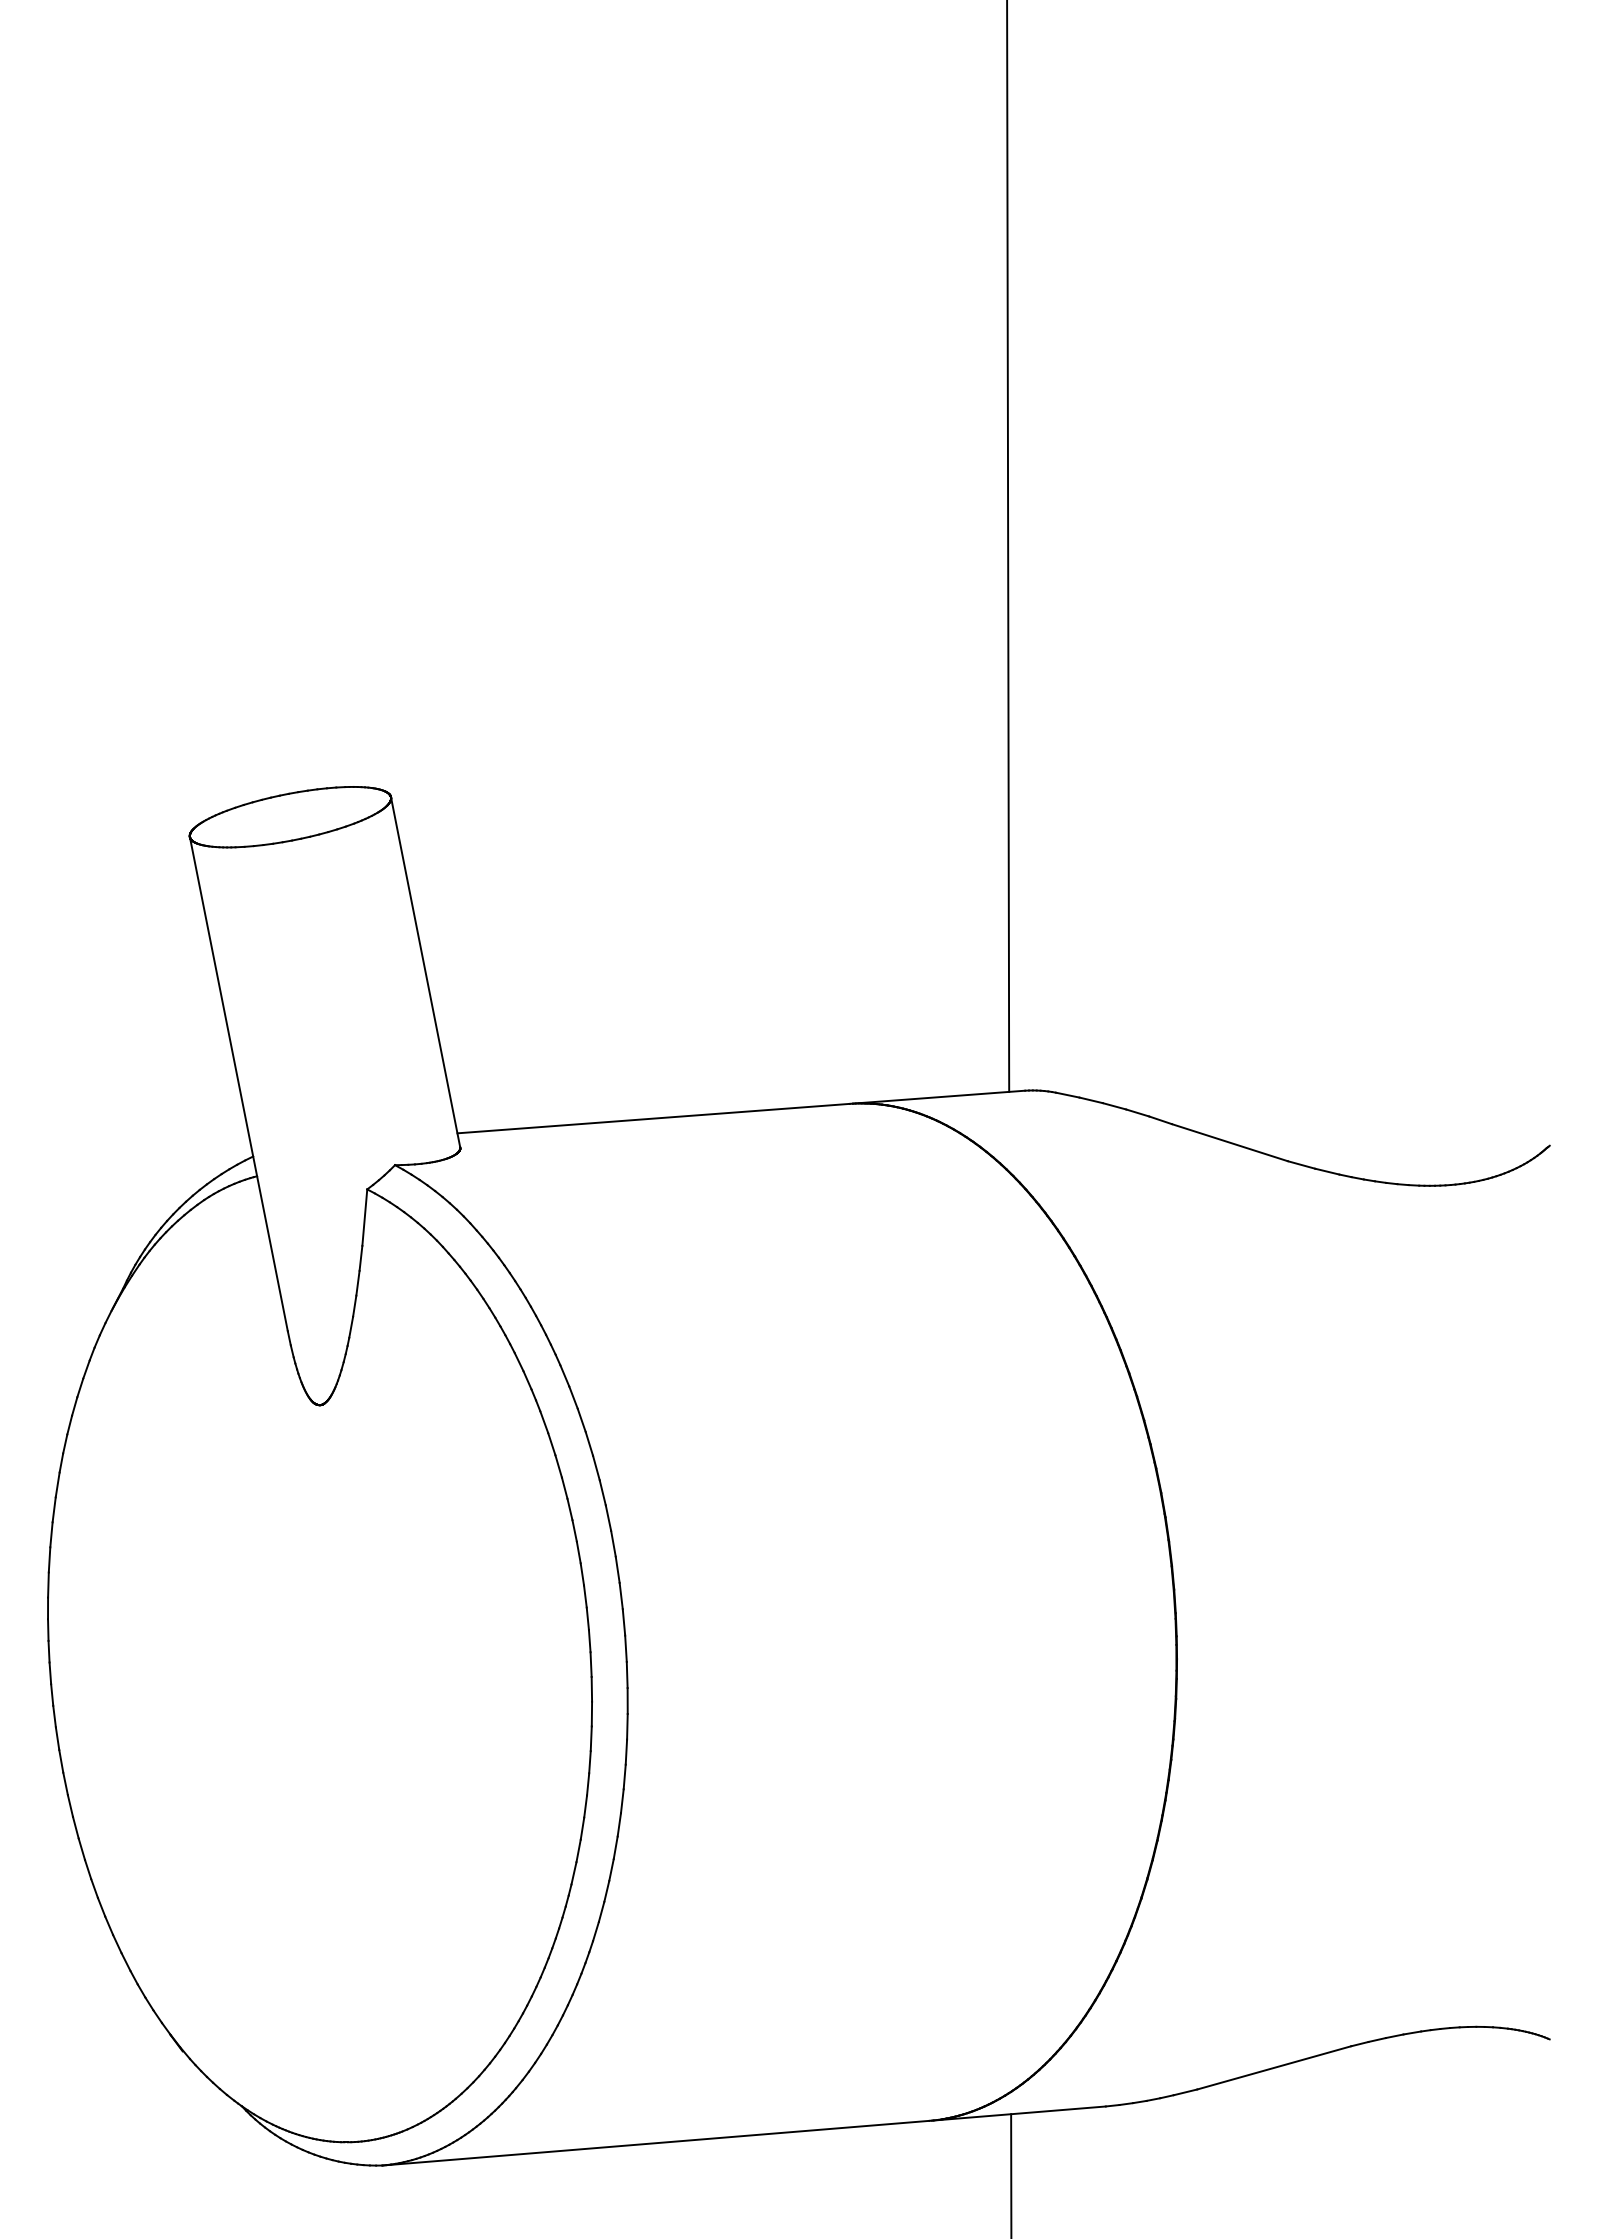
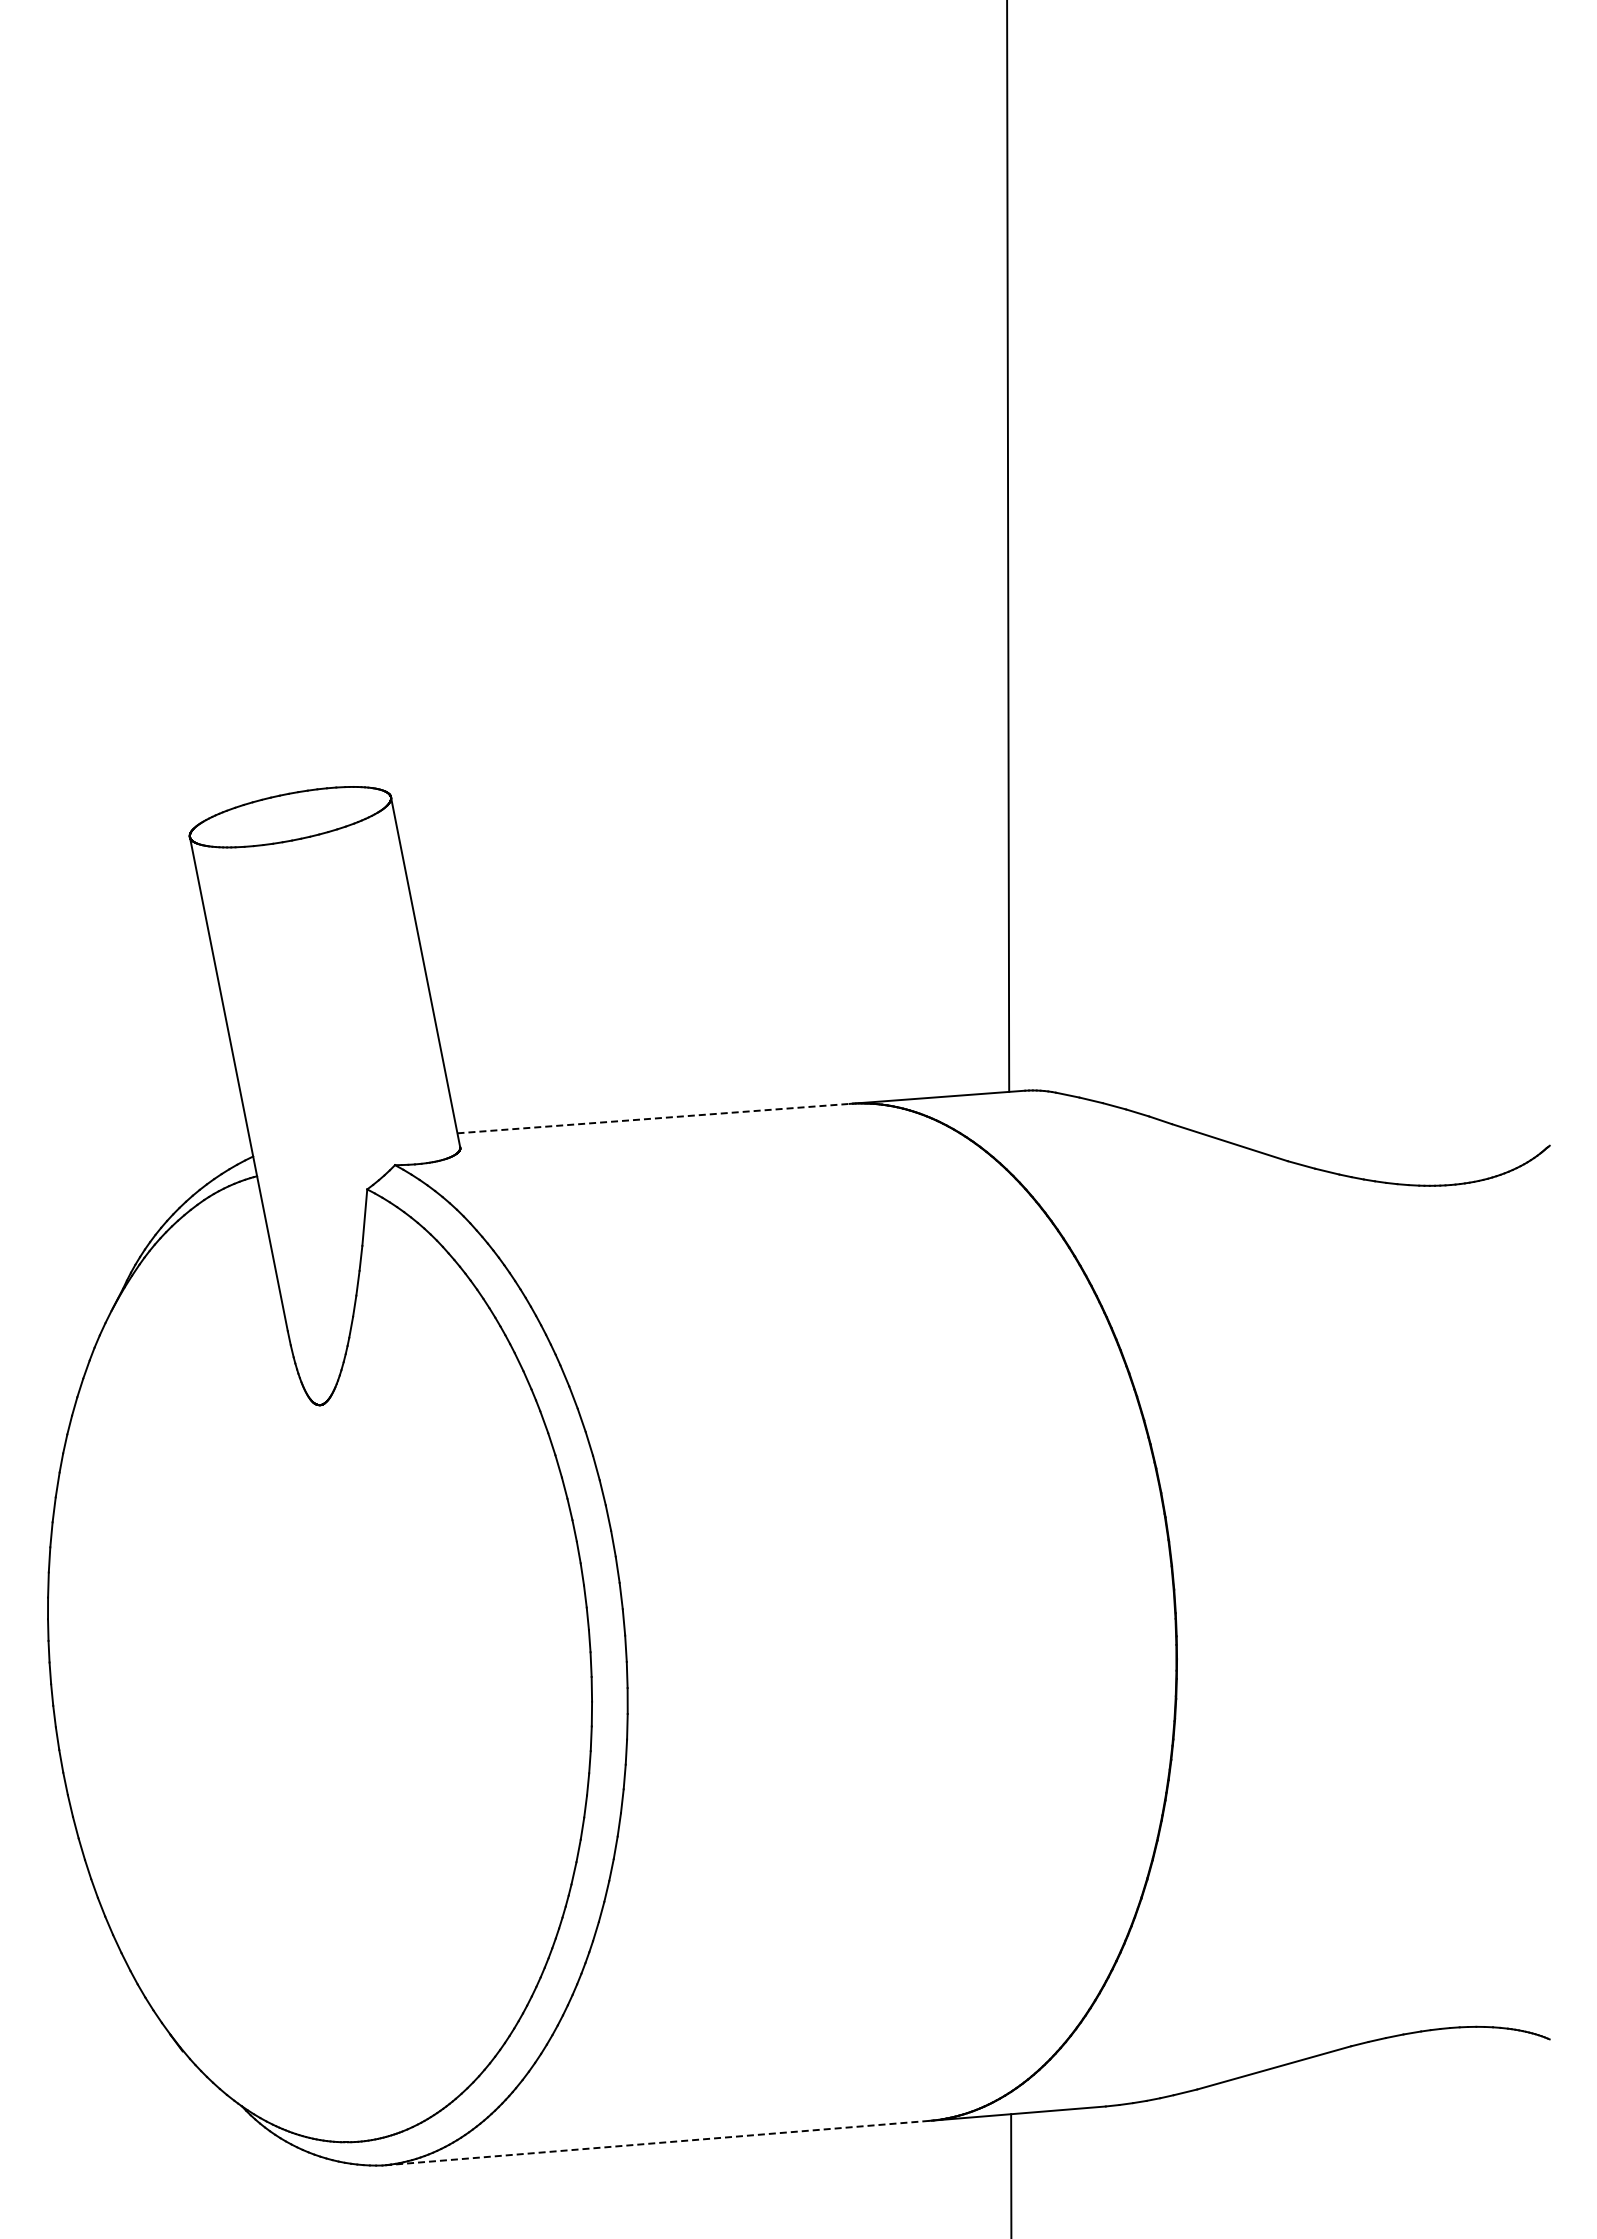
line at (653, 1118): solid -> dashed
line at (655, 2143): solid -> dashed
